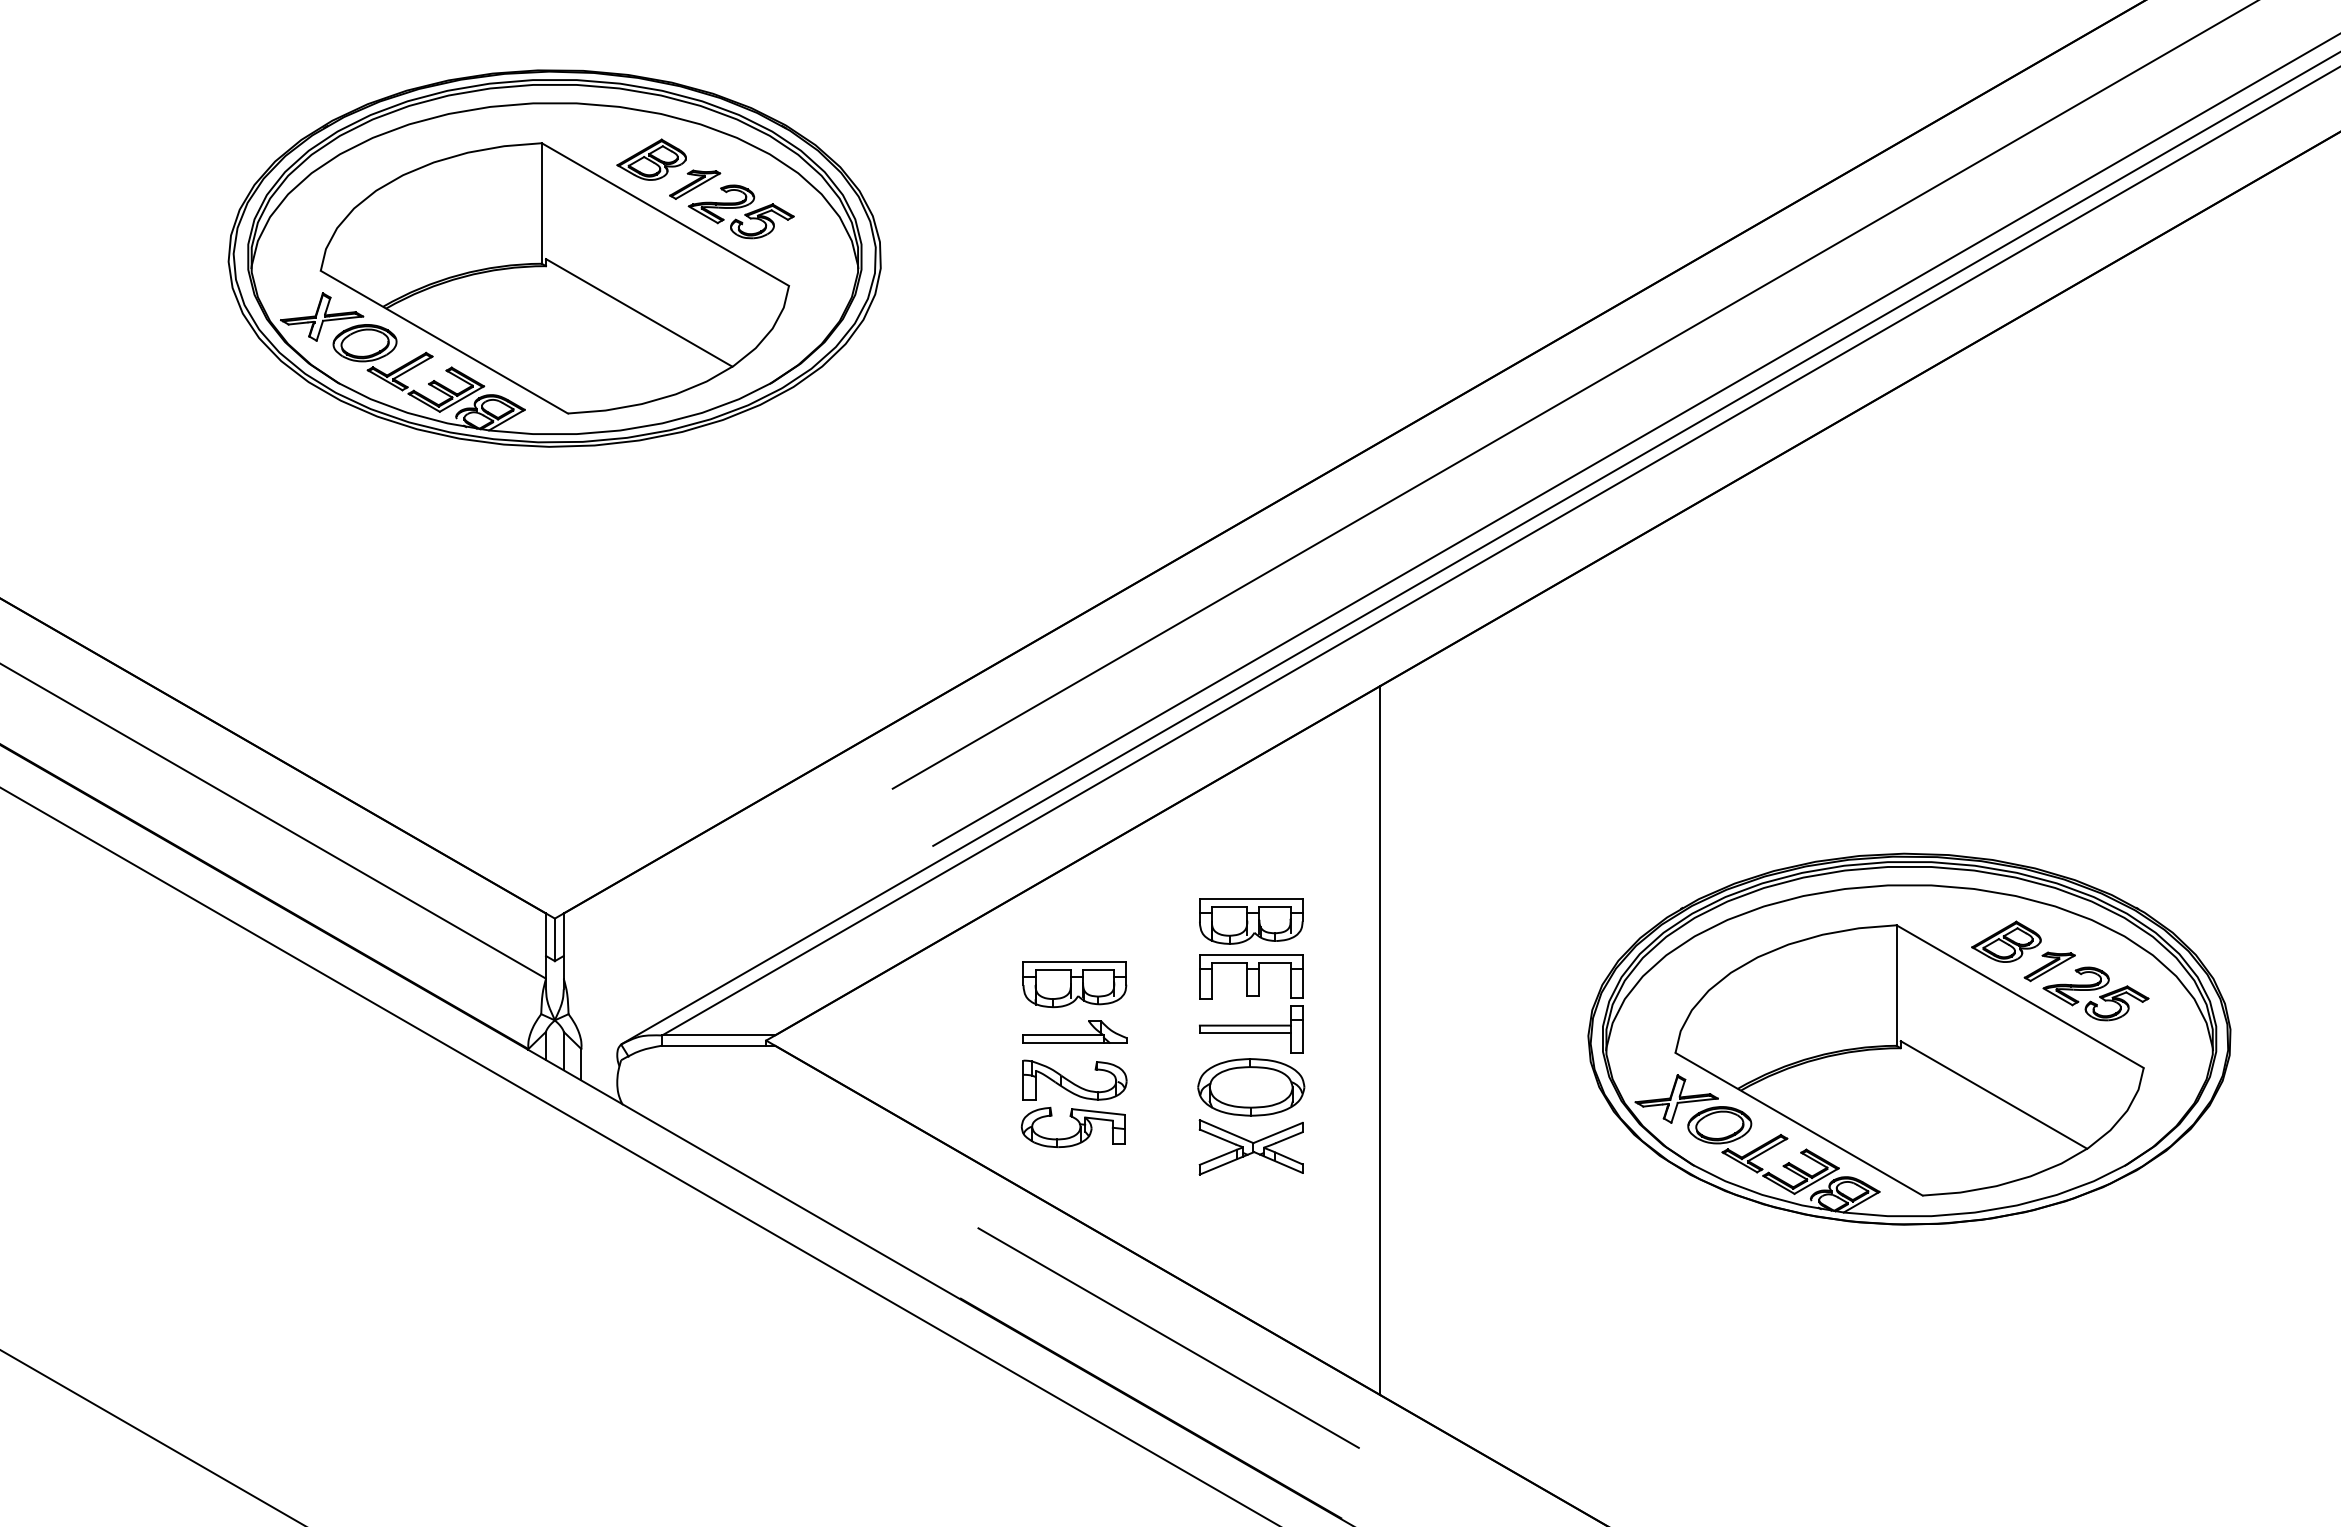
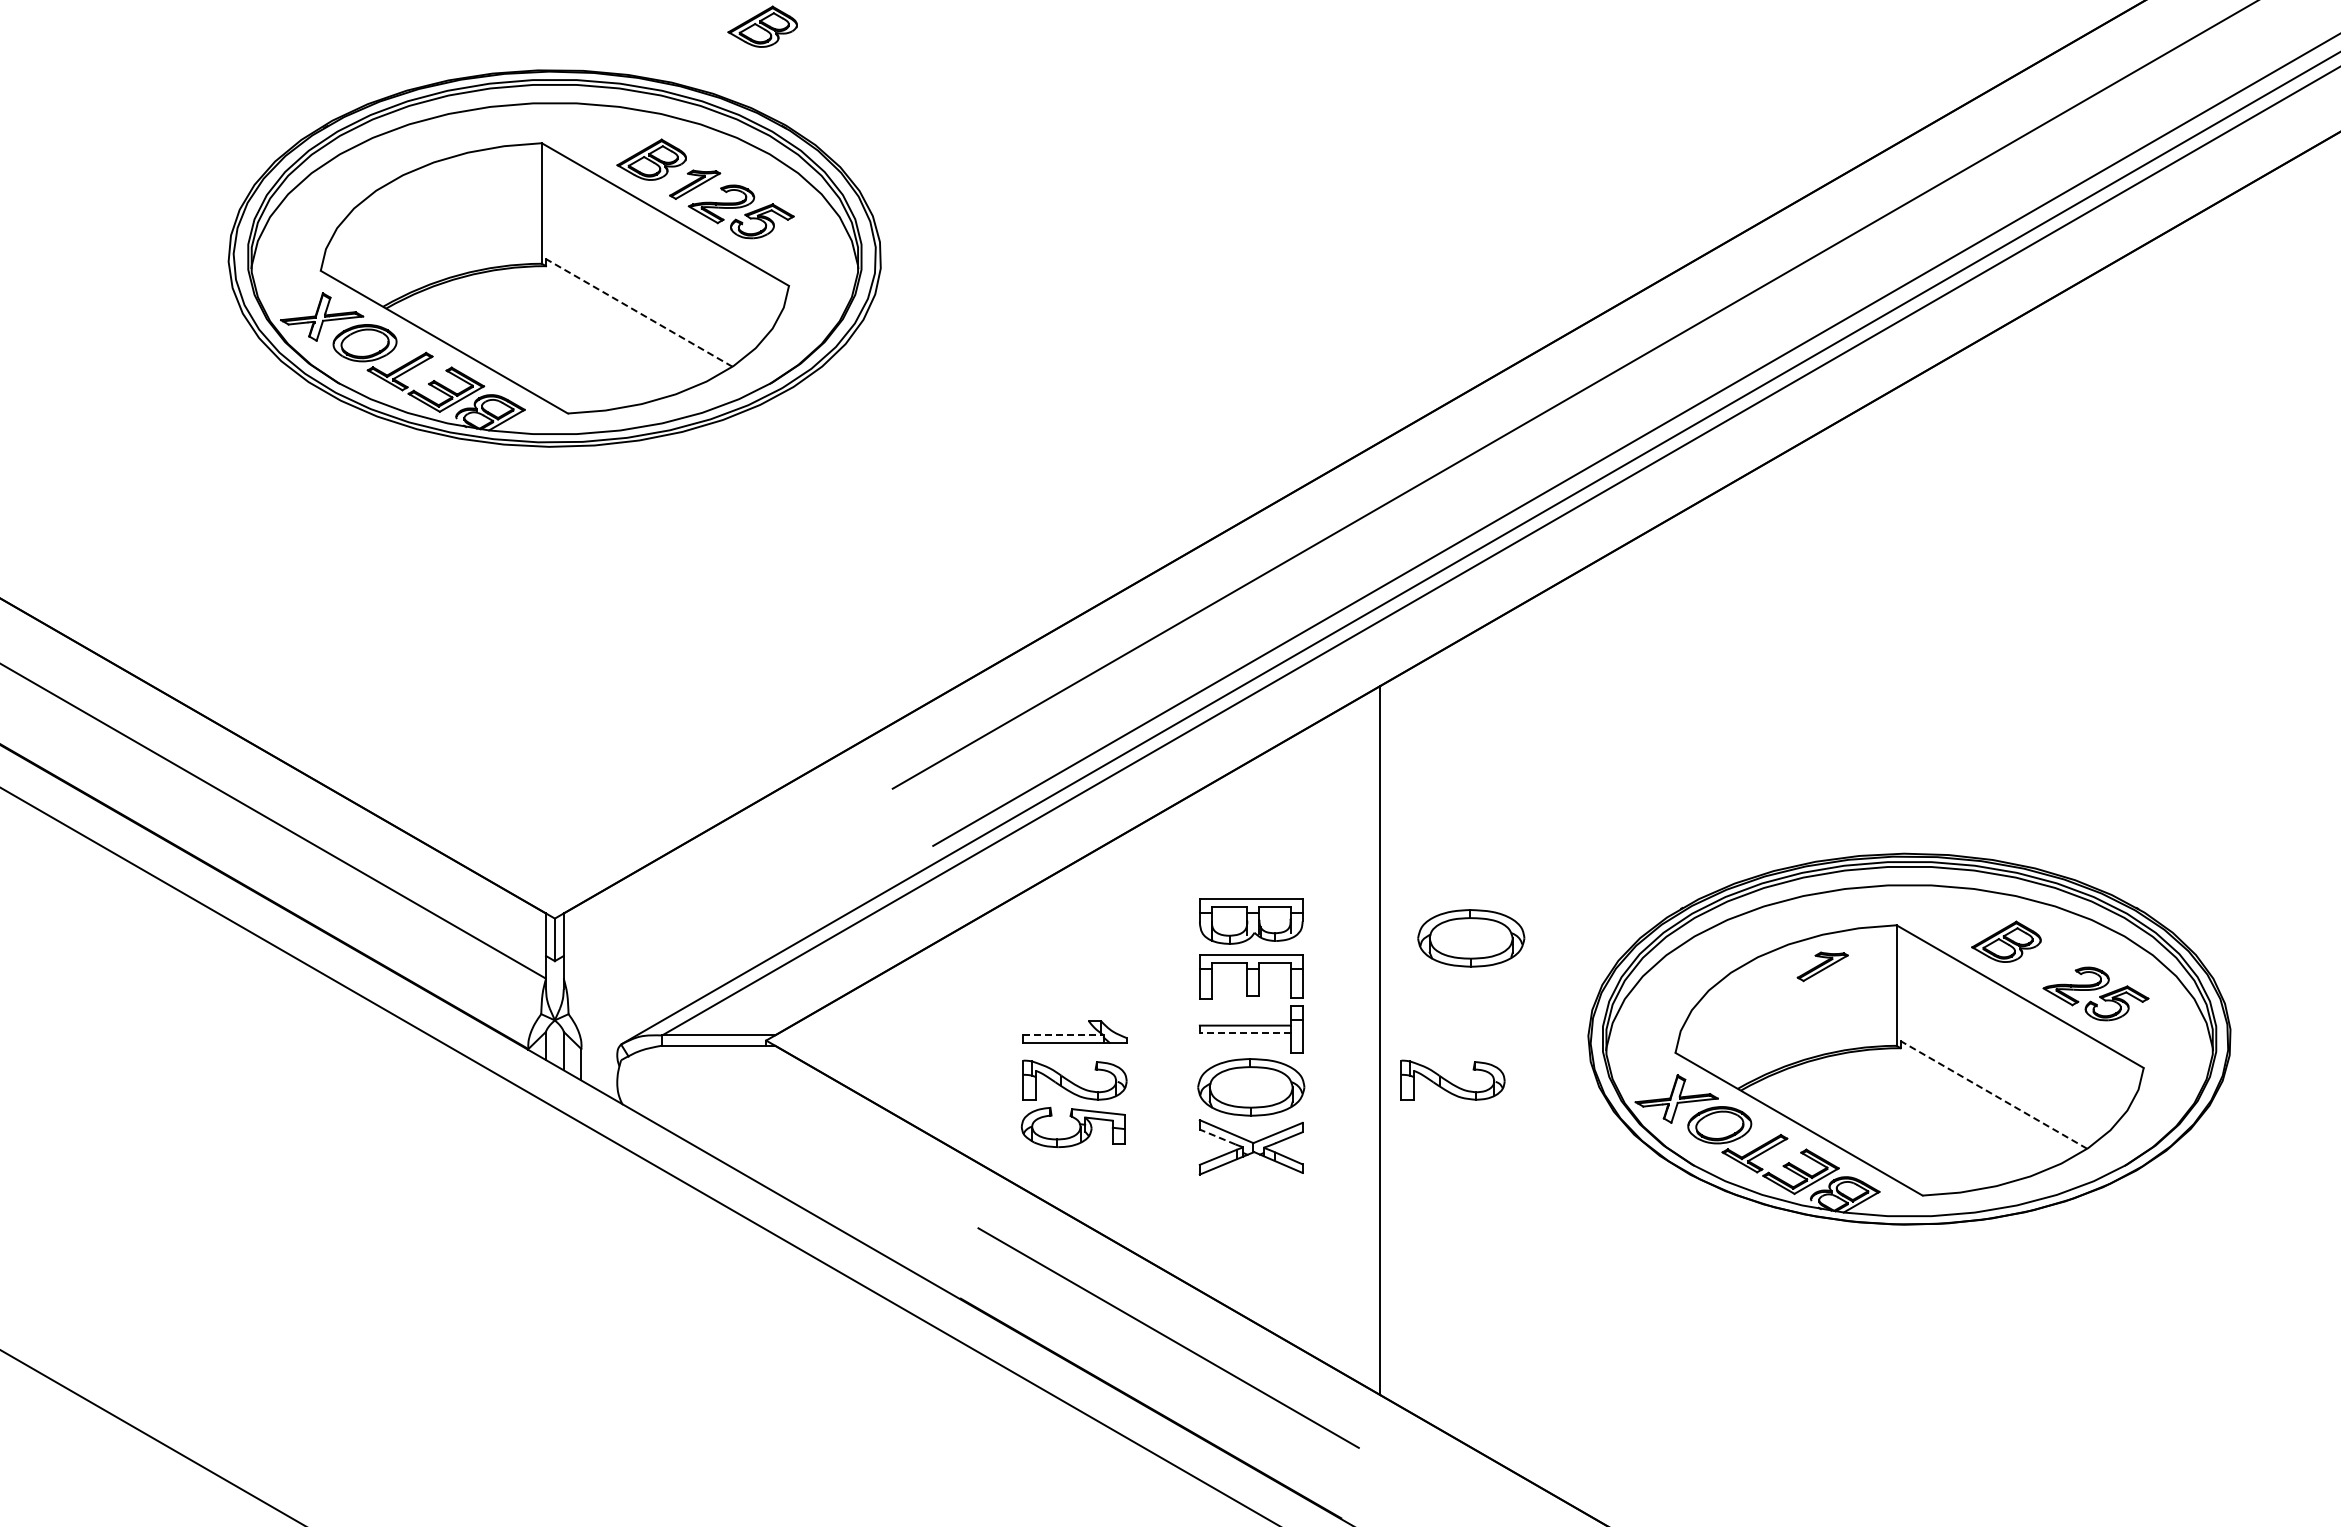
part at (762, 26): none -> present
line at (639, 312): solid -> dashed
part at (1471, 938): none -> present
part at (2049, 966) position: (2049, 966) -> (1822, 966)
part at (1074, 984): present -> none
line at (1244, 1033): solid -> dashed
line at (1064, 1035): solid -> dashed
part at (1452, 1079): none -> present
line at (1993, 1094): solid -> dashed
line at (1217, 1136): solid -> dashed
